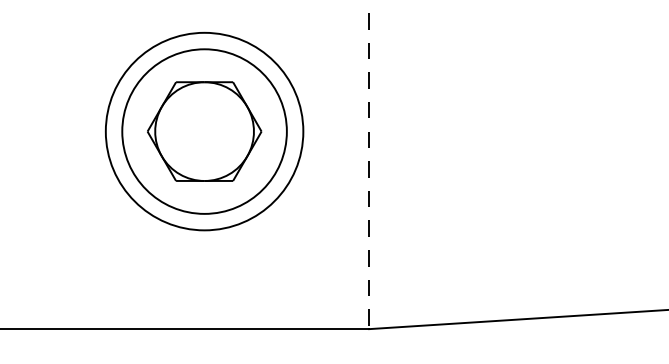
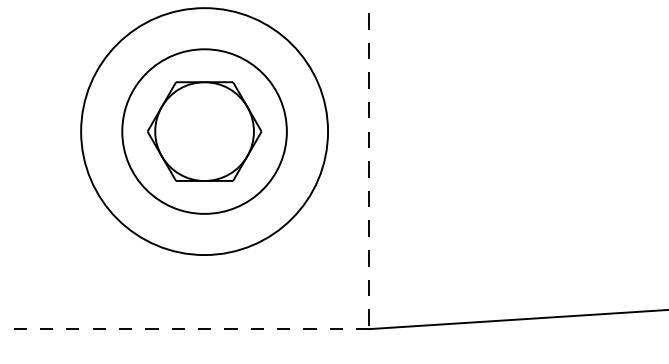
circle at (204, 131) diameter: 198 px -> 247 px
line at (184, 329): solid -> dashed
